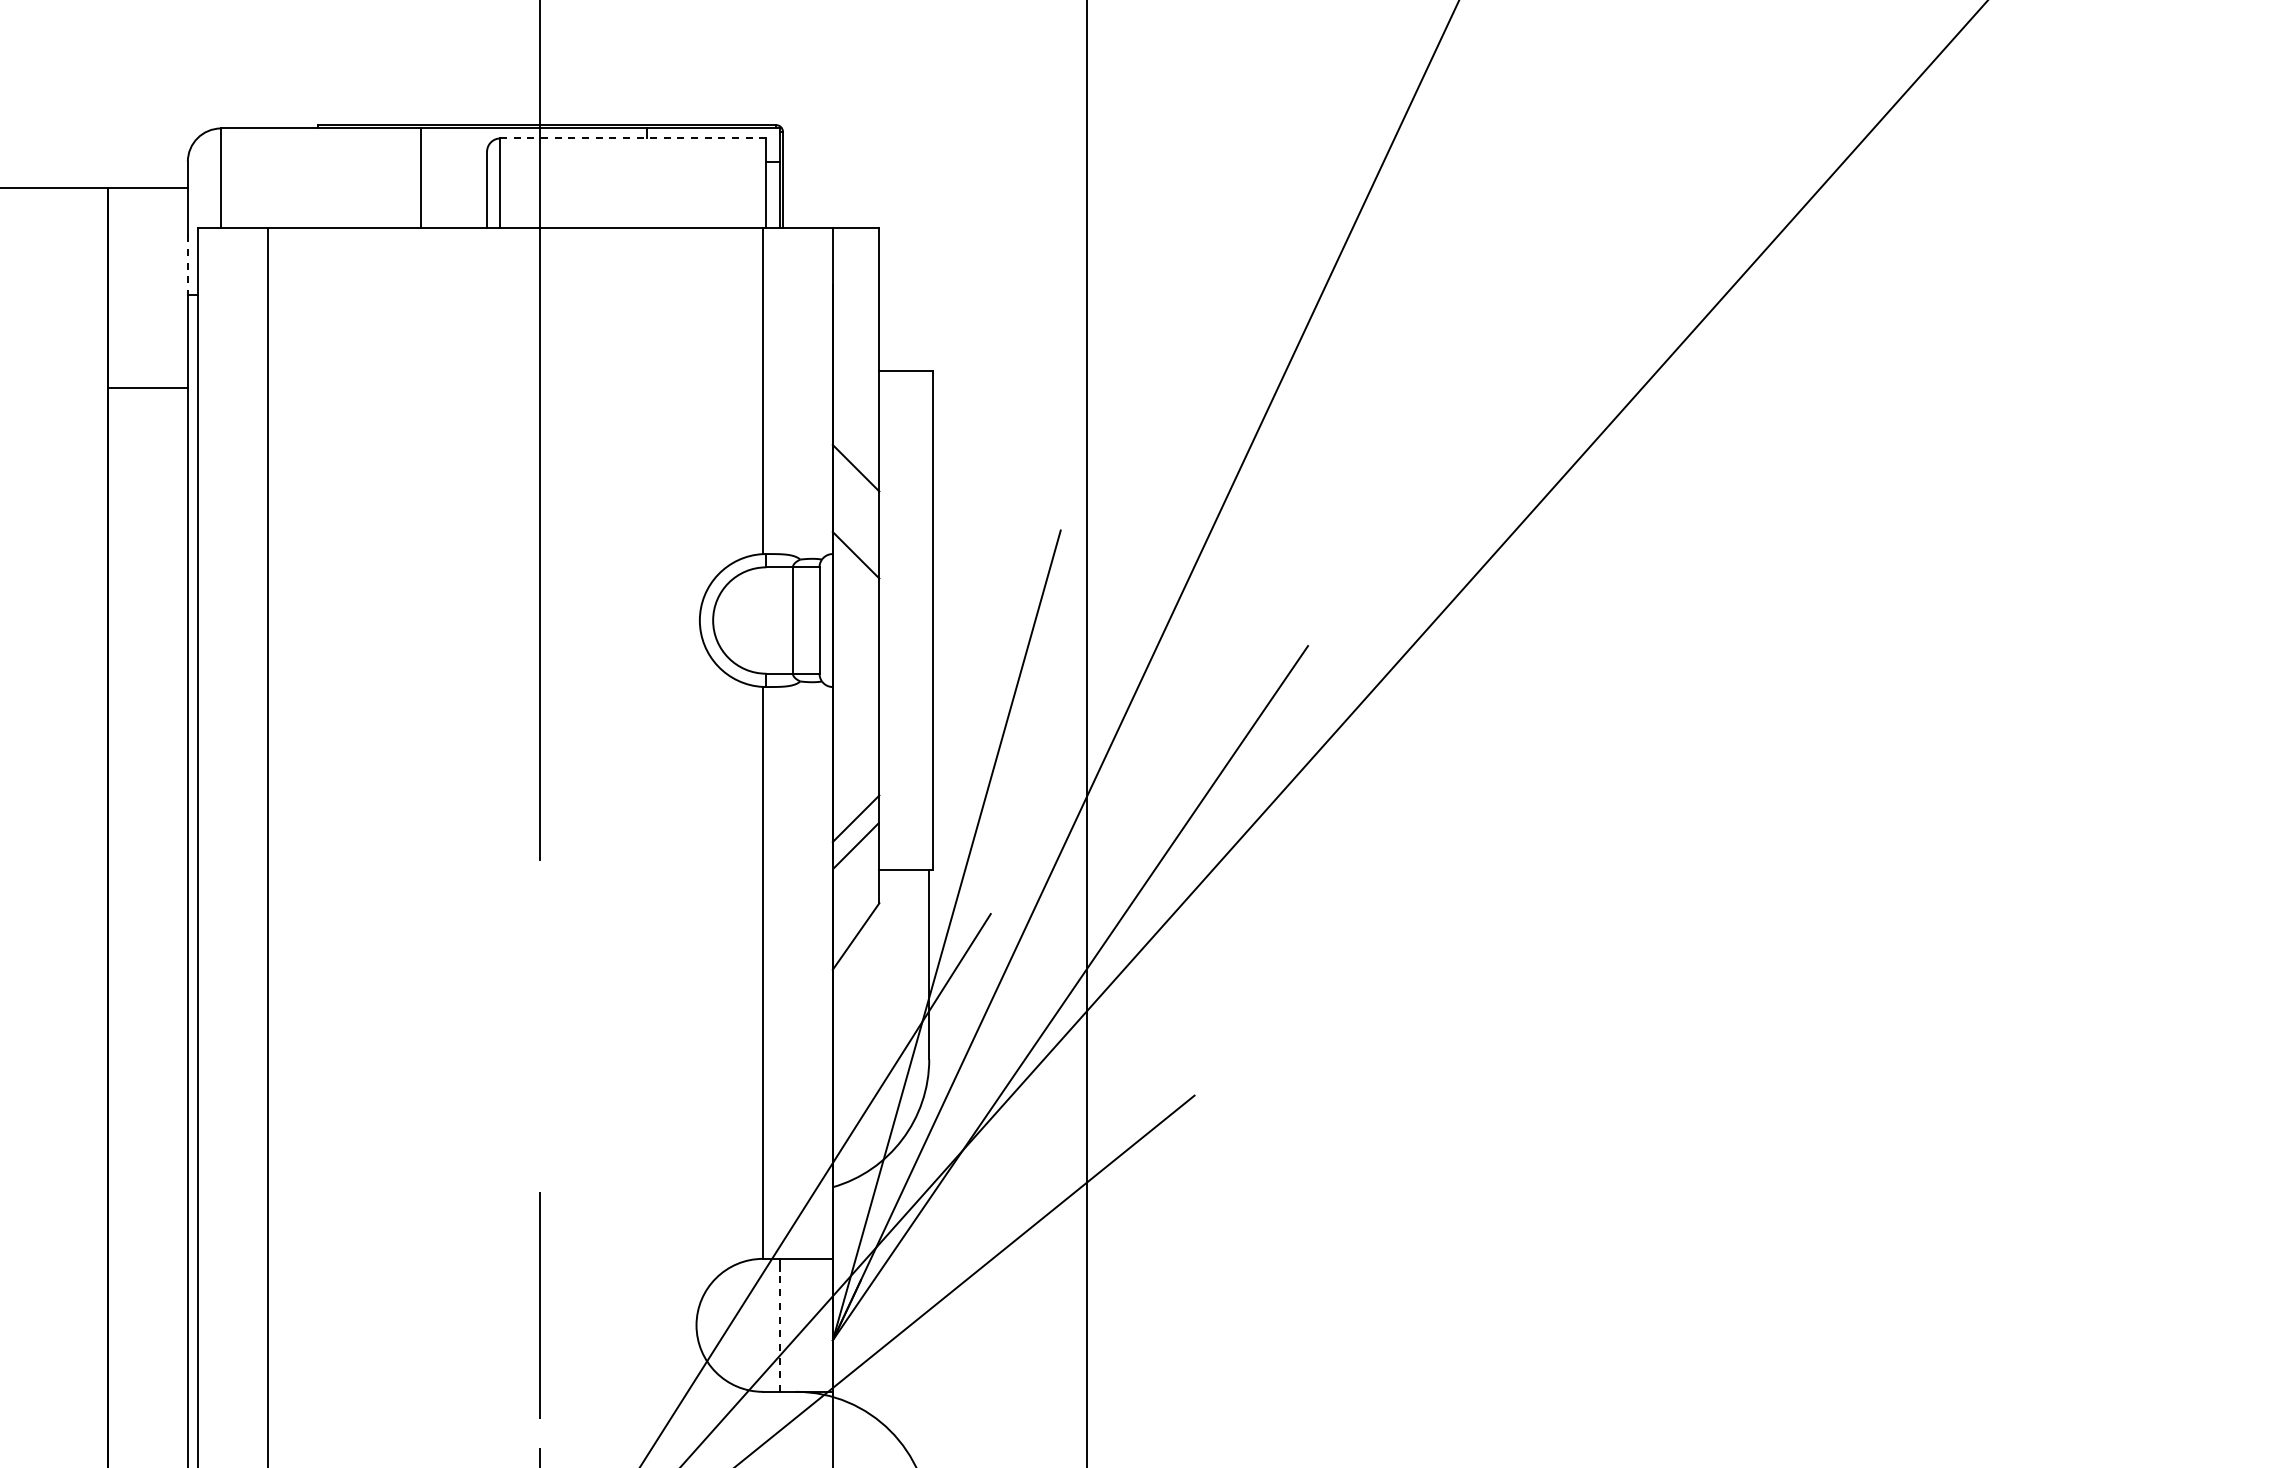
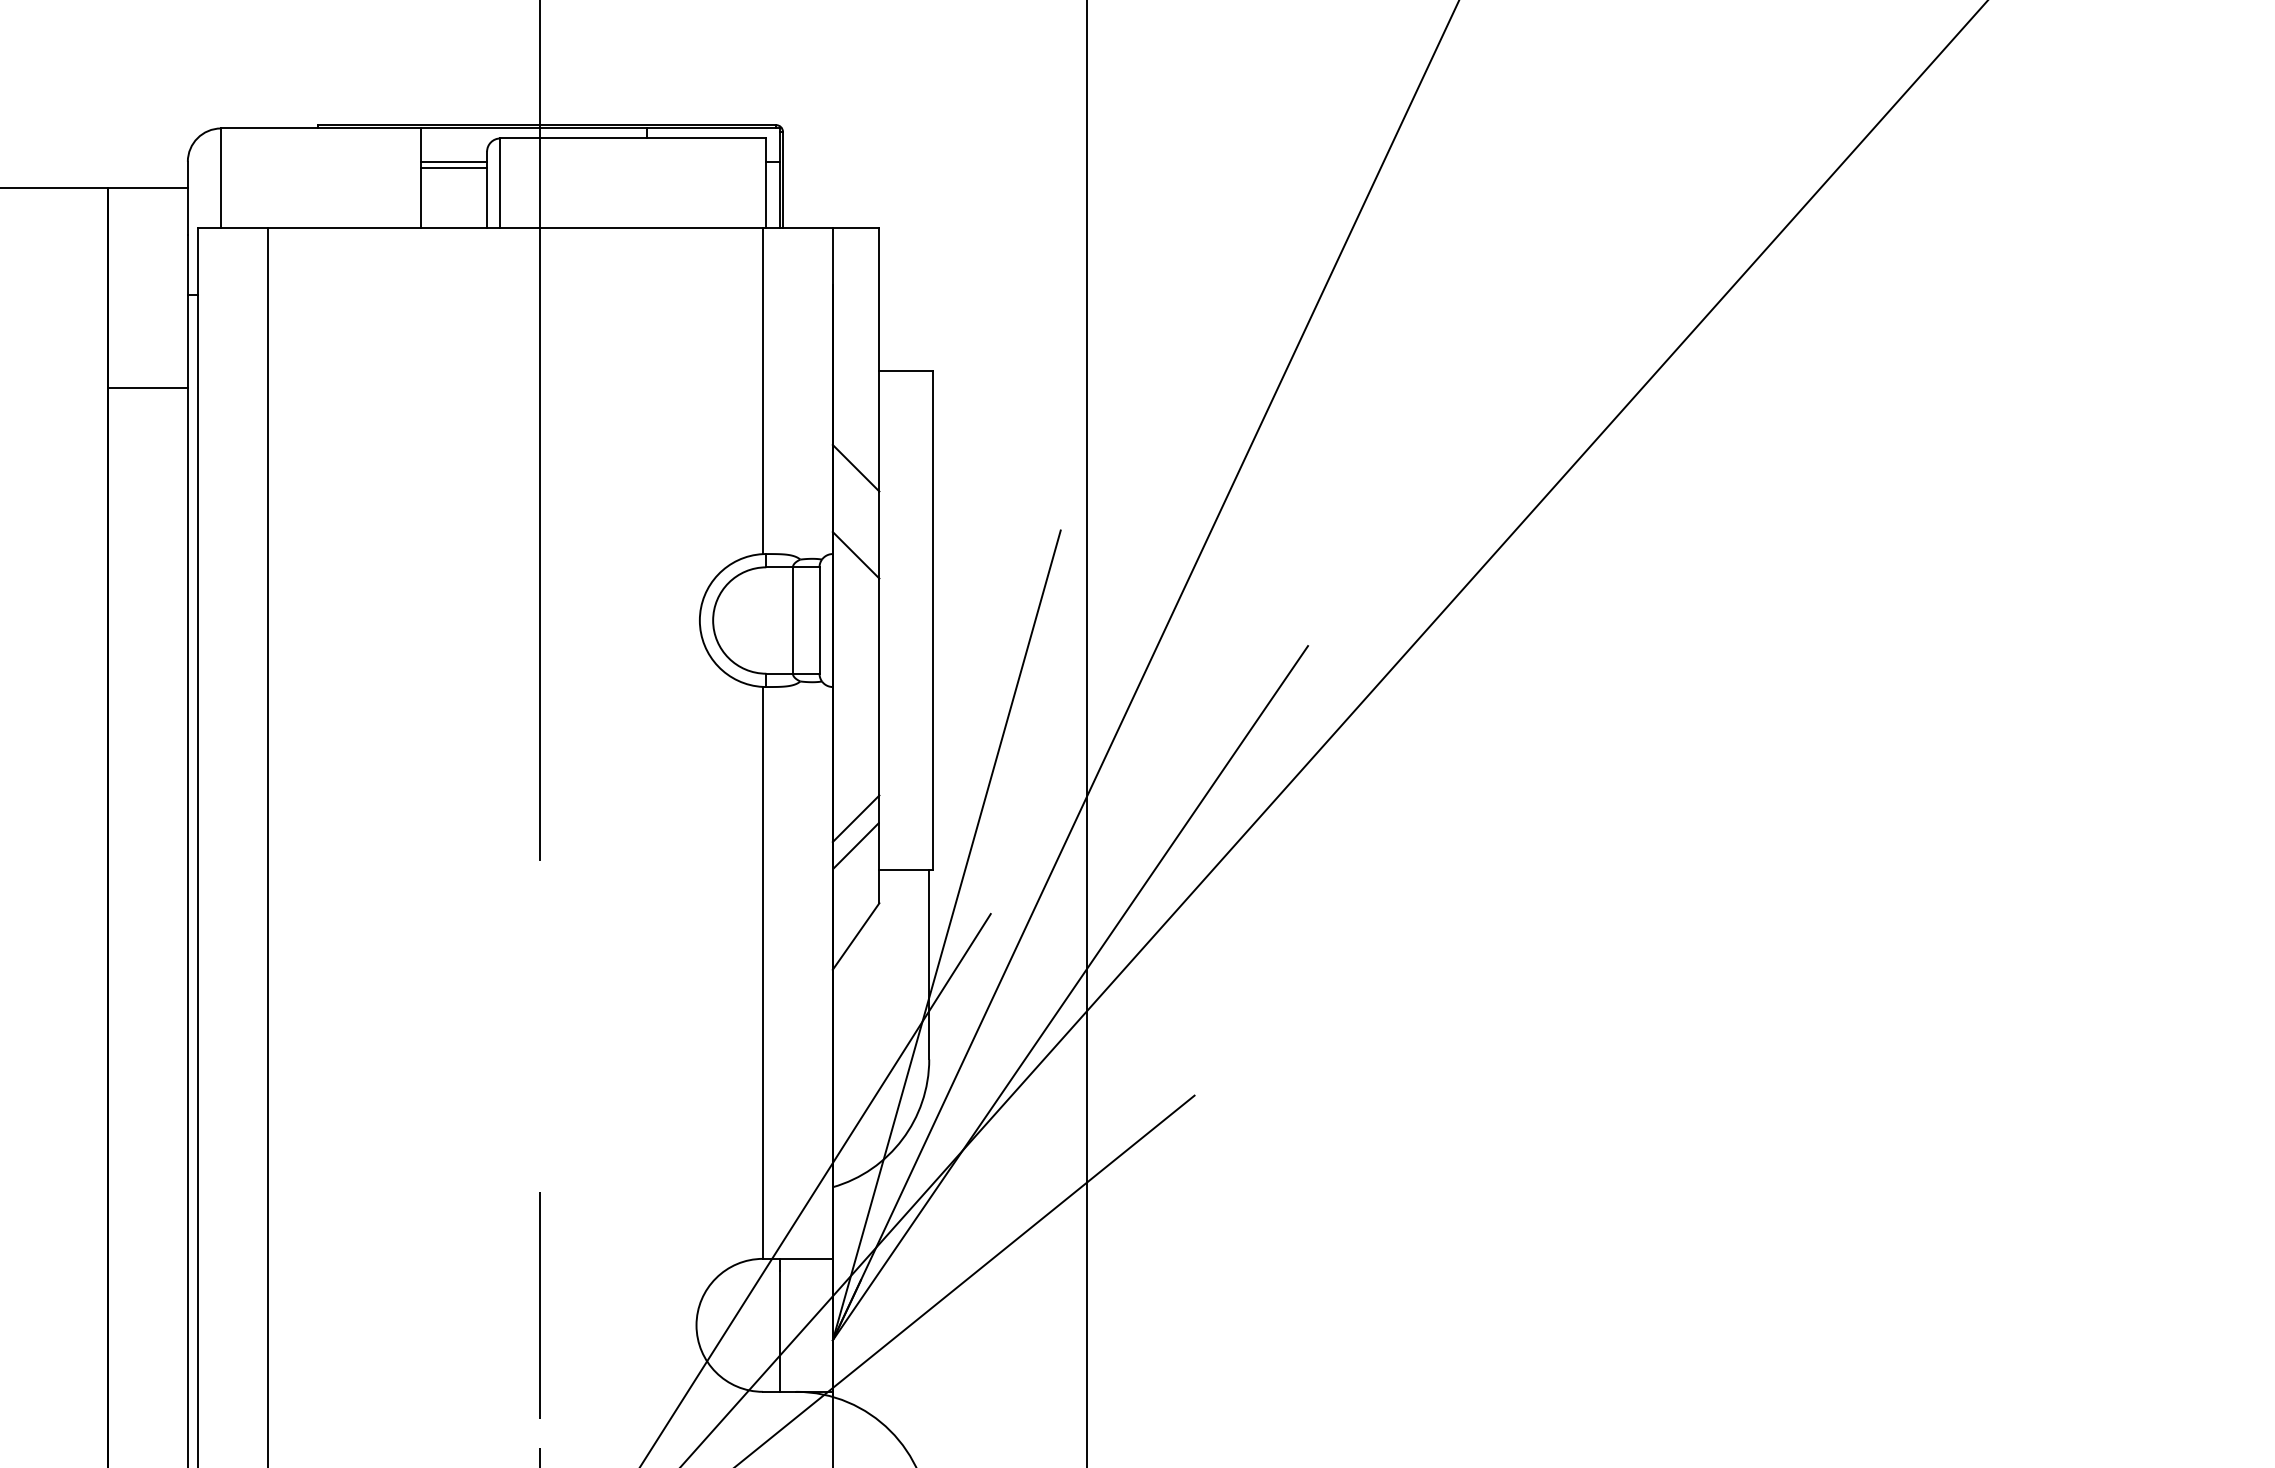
line at (633, 138): dashed -> solid
line at (453, 161): none -> present
line at (453, 168): none -> present
line at (187, 265): dashed -> solid
line at (779, 1331): dashed -> solid
